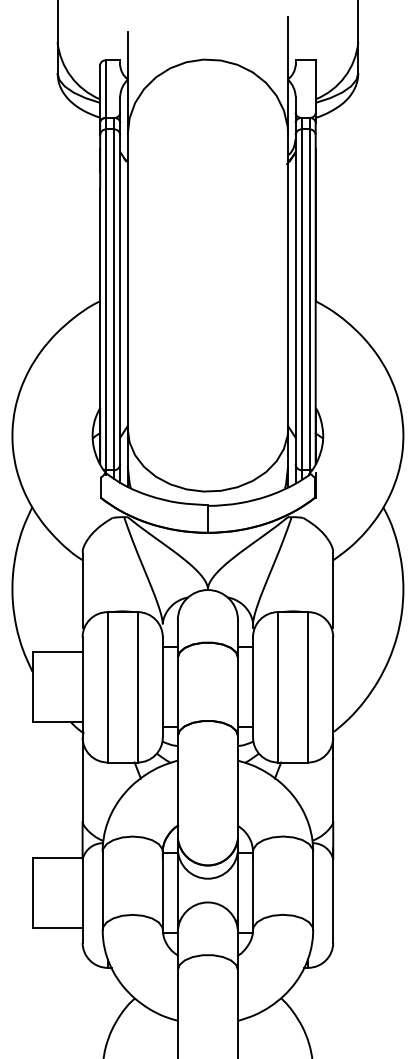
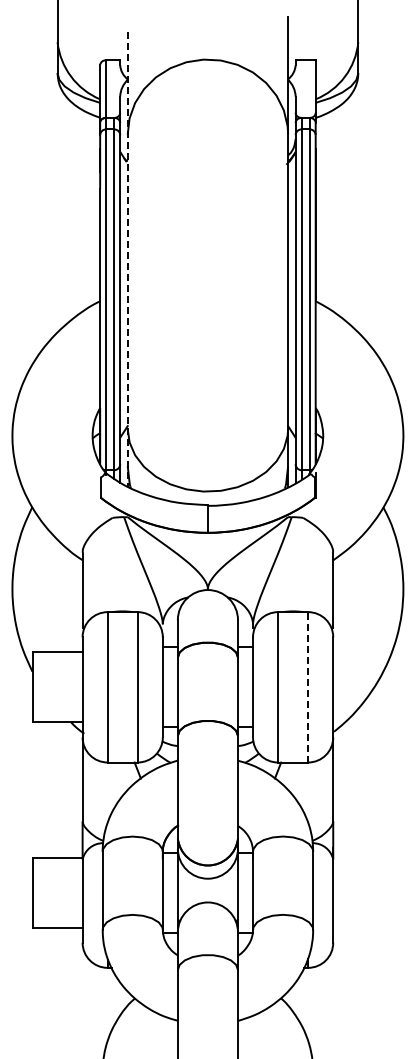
line at (127, 259): solid -> dashed
line at (308, 686): solid -> dashed
